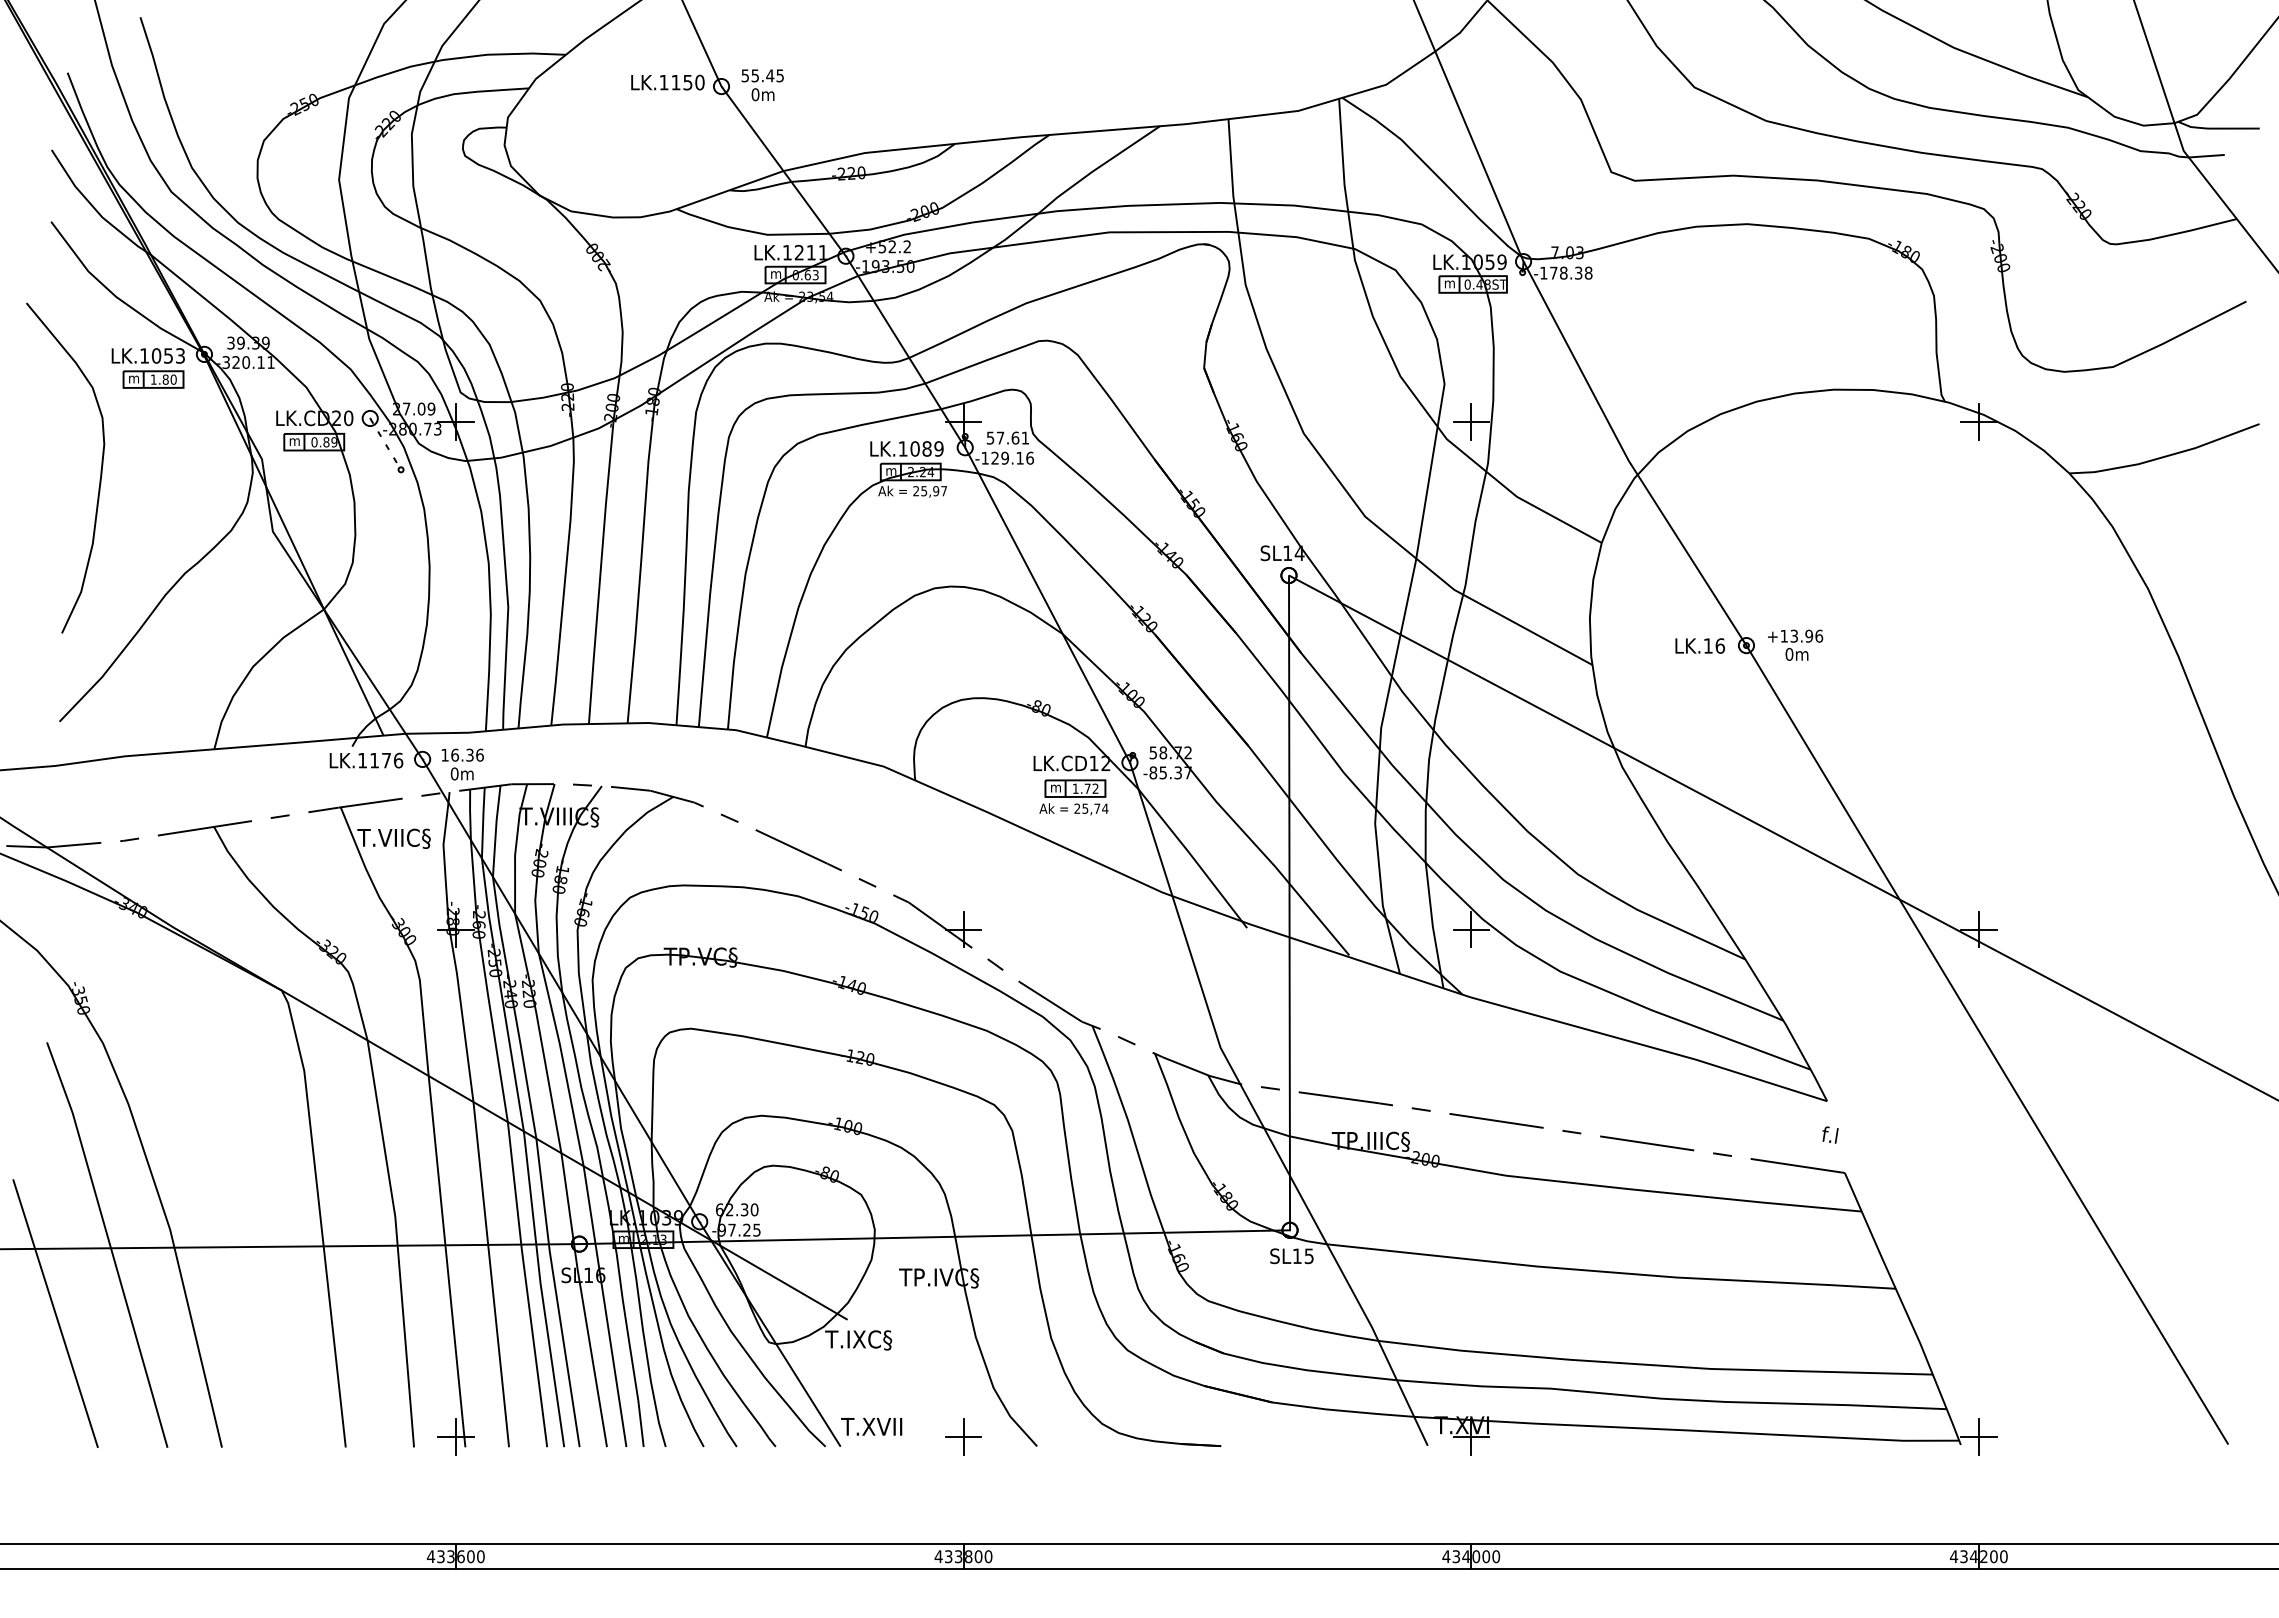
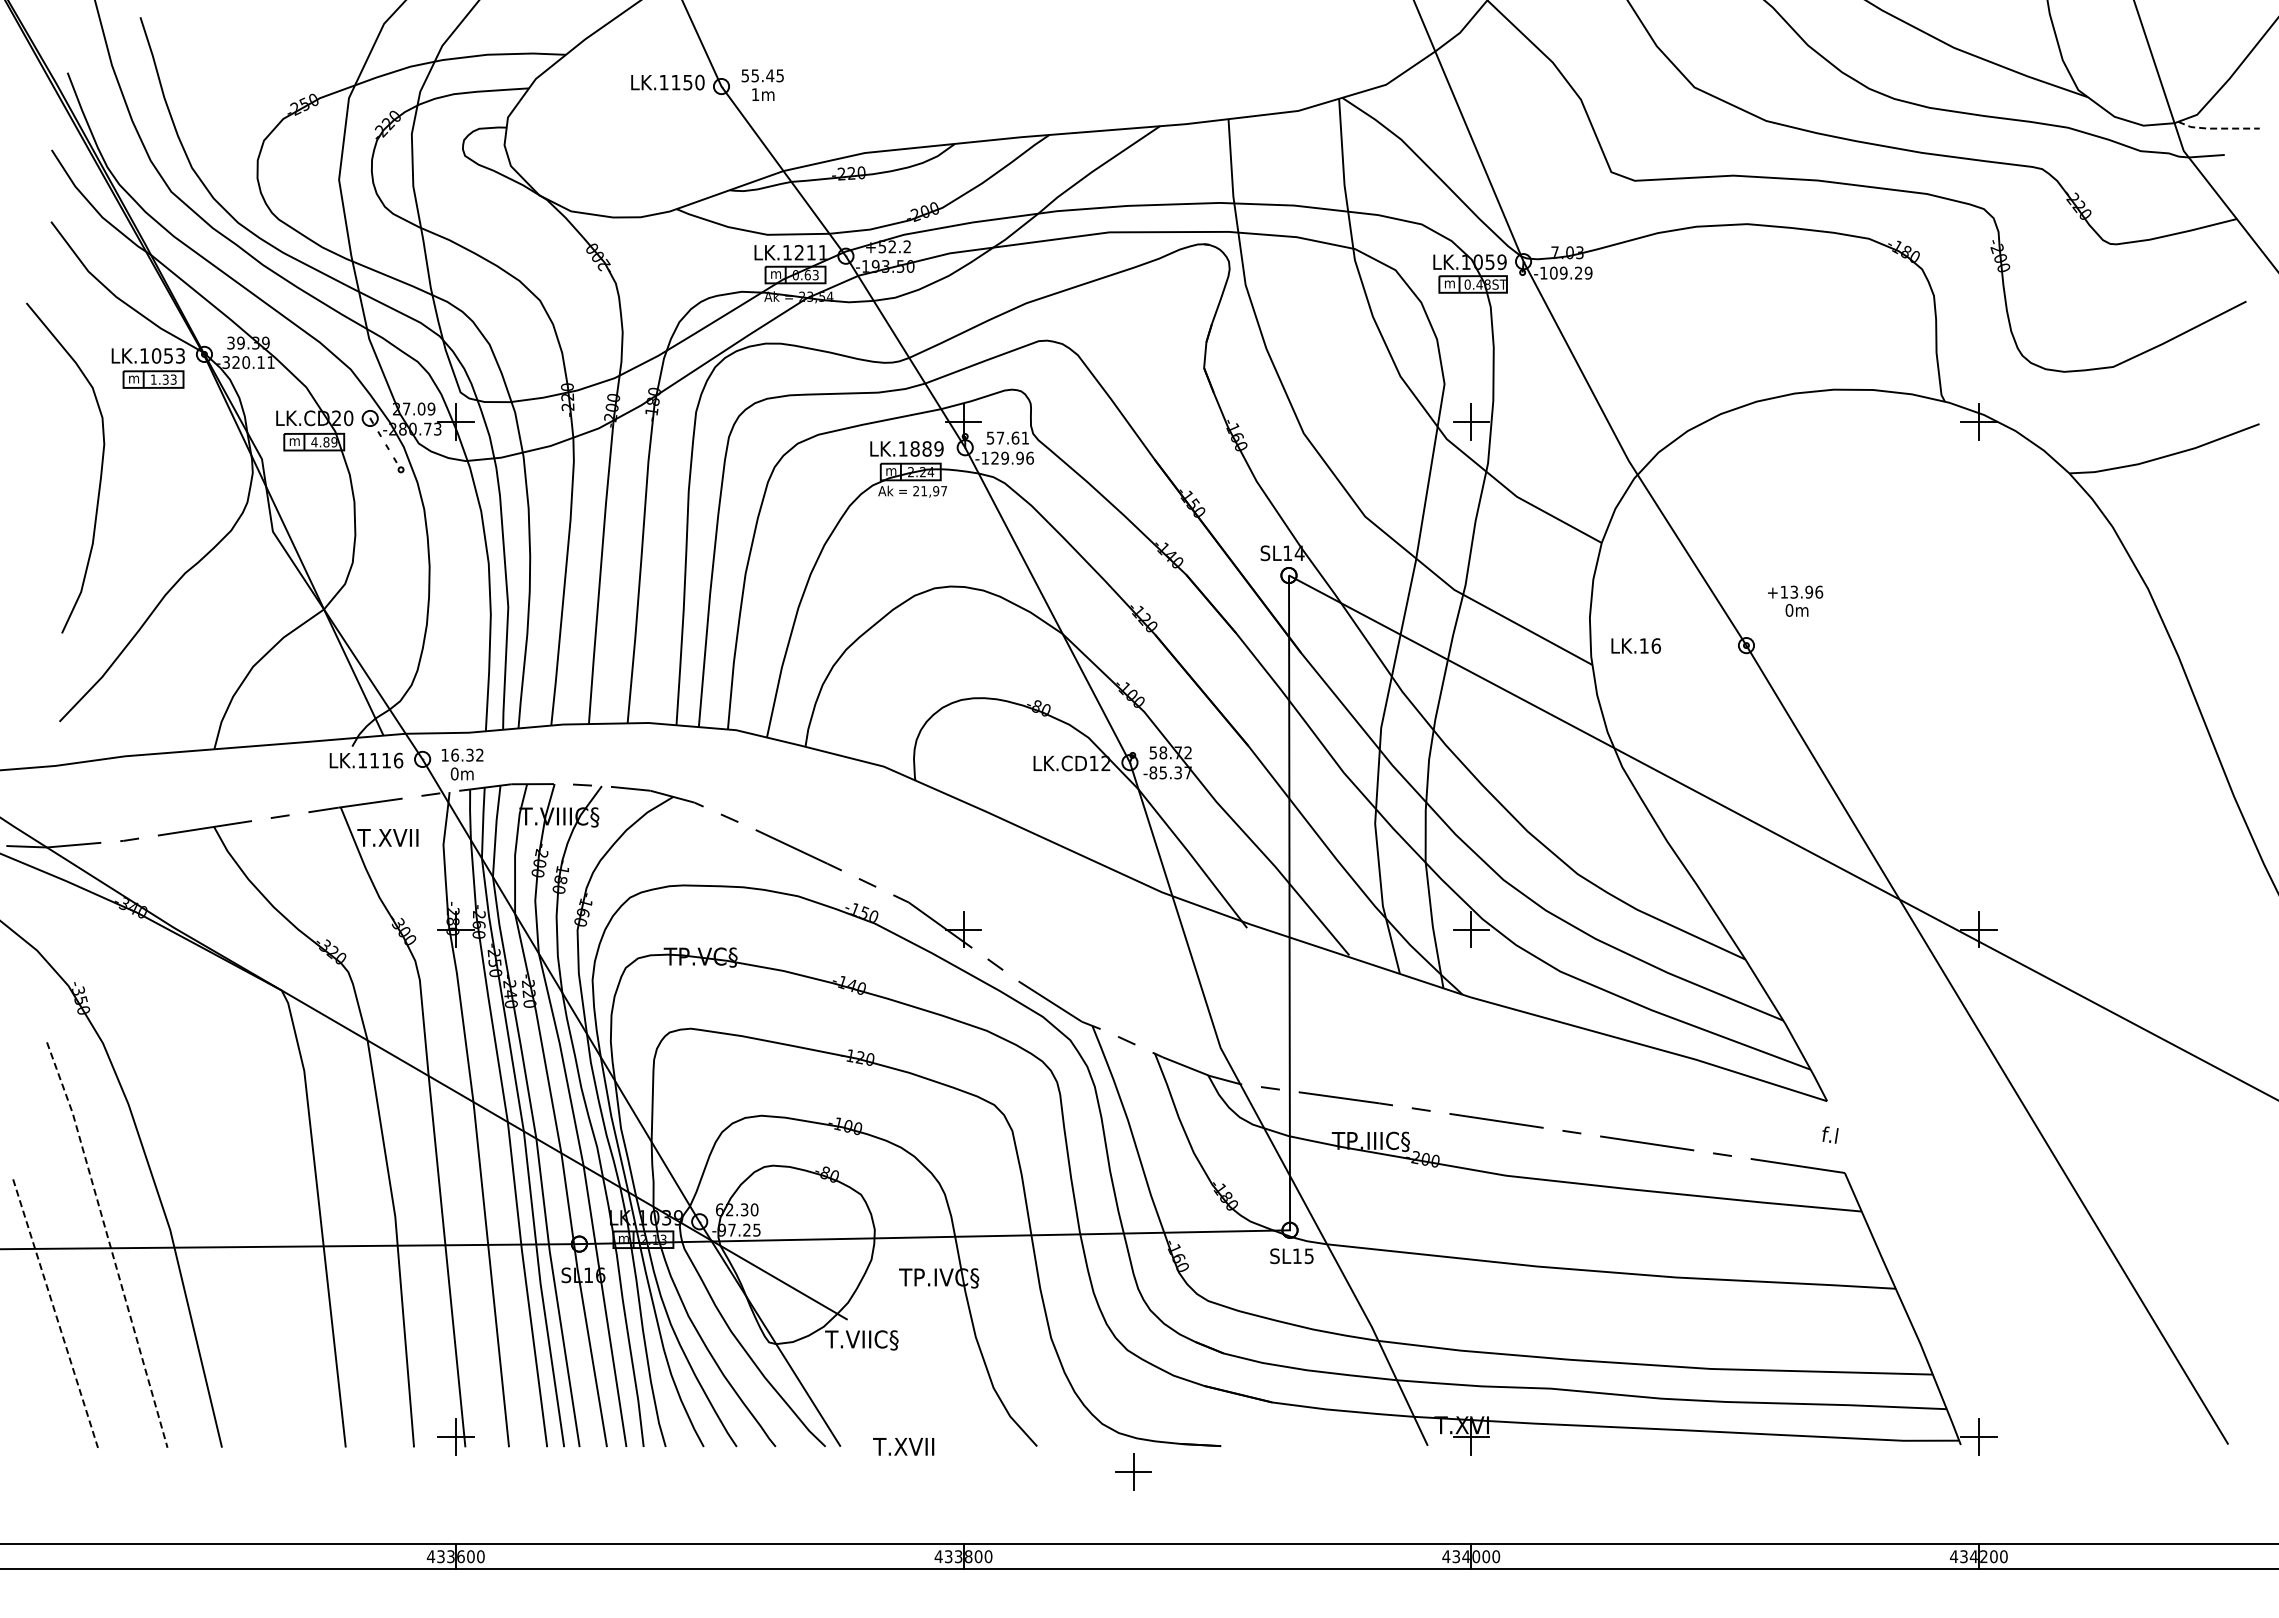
text at (755, 94): 0m -> 1m
line at (2217, 128): solid -> dashed
text at (1571, 272): -178.38 -> -109.29
text at (169, 379): 1.80 -> 1.33
text at (314, 442): 0.89 -> 4.89
text at (914, 448): LK.1089 -> LK.1889
text at (1019, 457): -129.16 -> -129.96
text at (924, 491): 25,97 -> 21,97
text at (1795, 644) position: (1795, 644) -> (1795, 600)
text at (1699, 645) position: (1699, 645) -> (1635, 645)
text at (479, 754): 16.36 -> 16.32
text at (386, 760): LK.1176 -> LK.1116
part at (1073, 797): present -> none
text at (404, 838): T.VIIC§ -> T.XVII
line at (109, 1244): solid -> dashed
line at (55, 1313): solid -> dashed
text at (871, 1340): T.IXC§ -> T.VIIC§
text at (871, 1426) position: (871, 1426) -> (903, 1446)
part at (963, 1436) position: (963, 1436) -> (1133, 1471)
